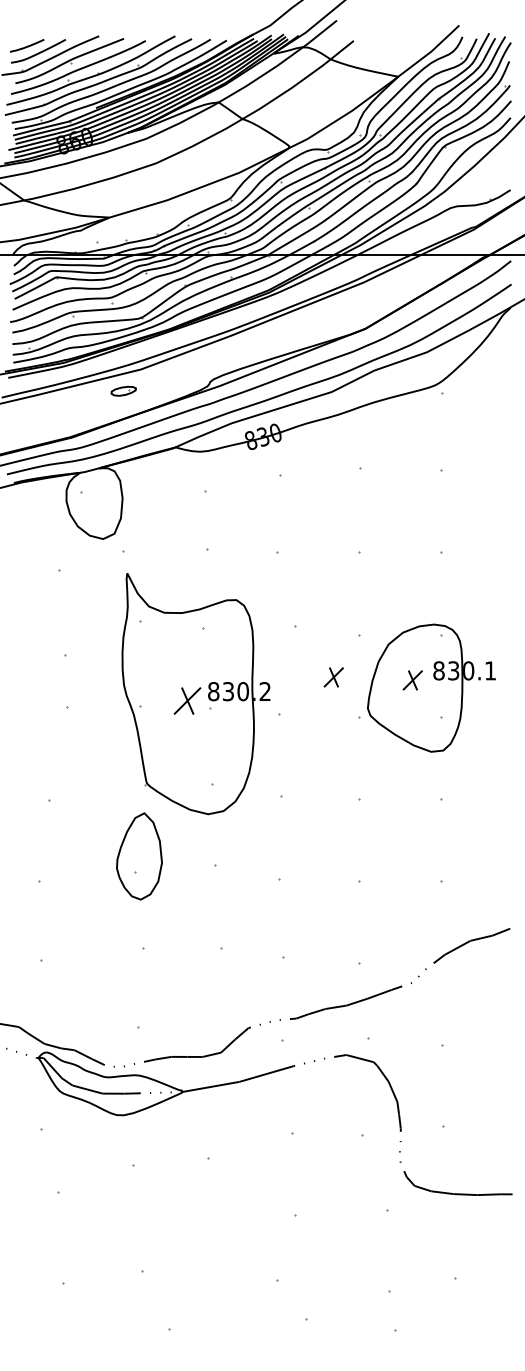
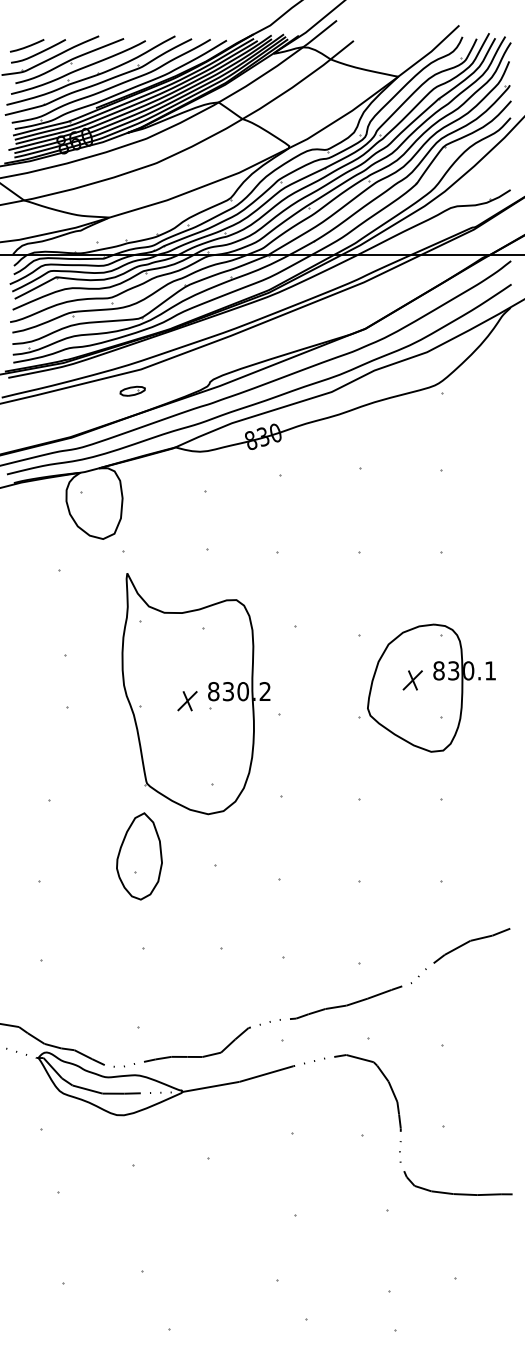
part at (123, 390) position: (123, 390) -> (132, 390)
part at (333, 677): present -> none
part at (187, 700) size: 29x28 px -> 21x21 px
